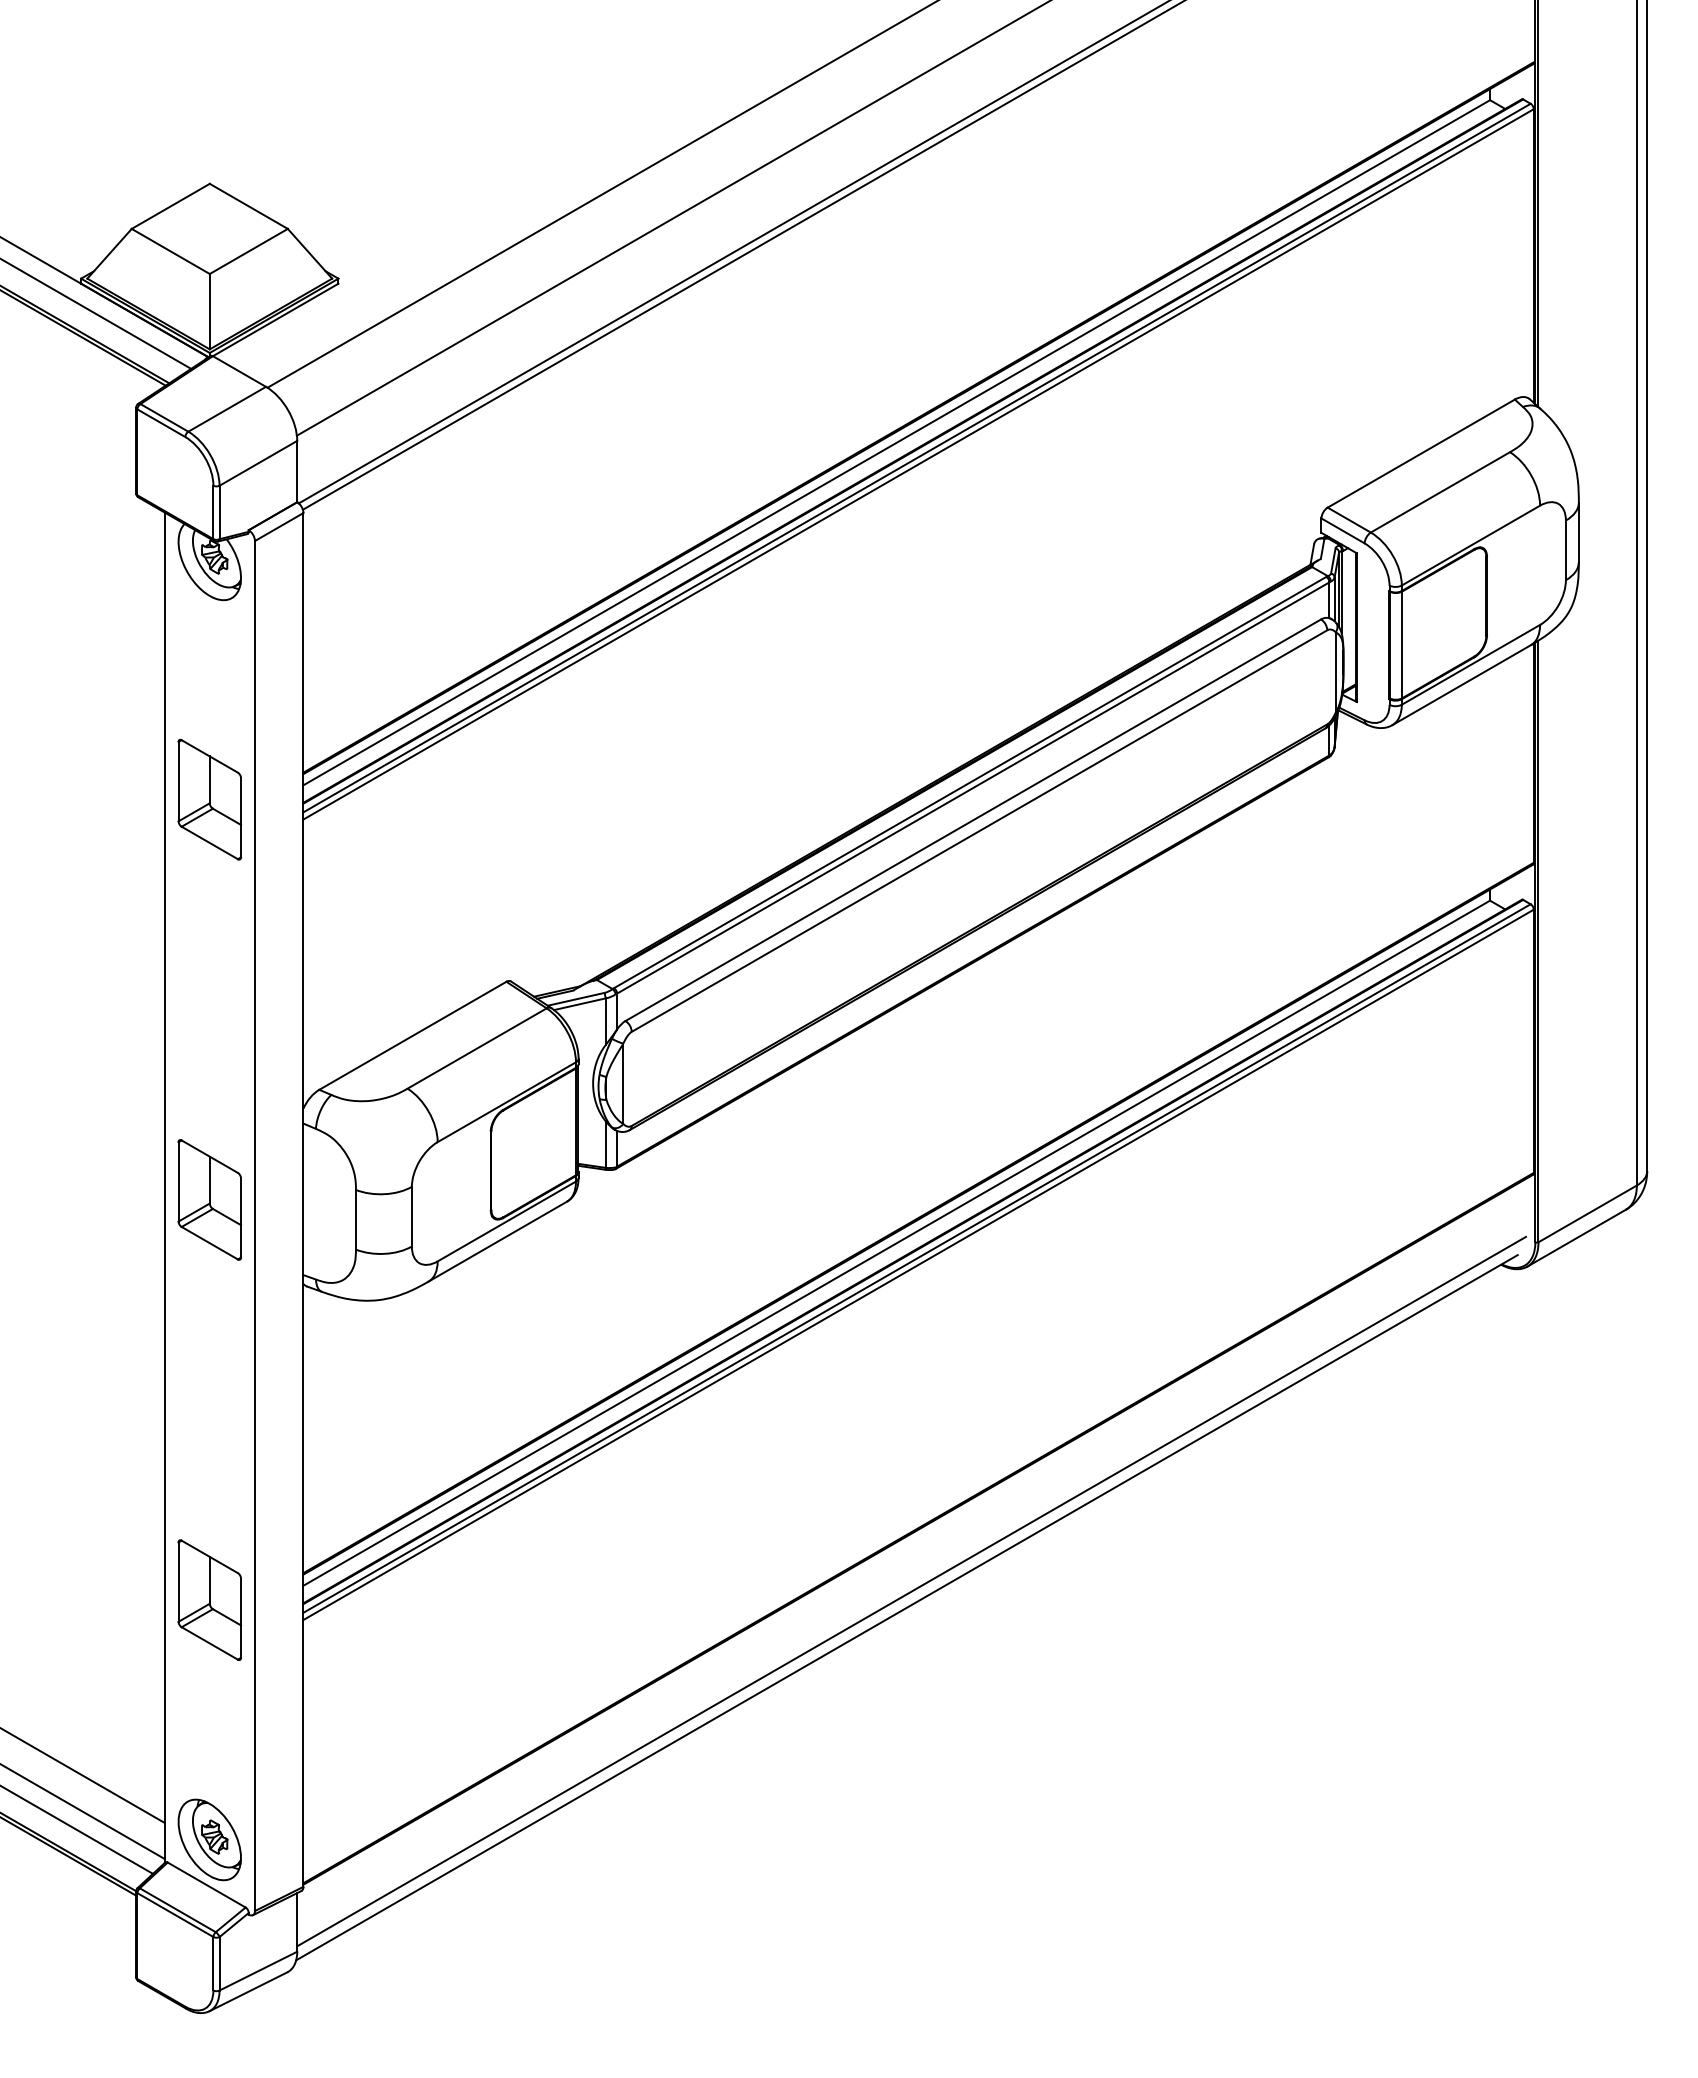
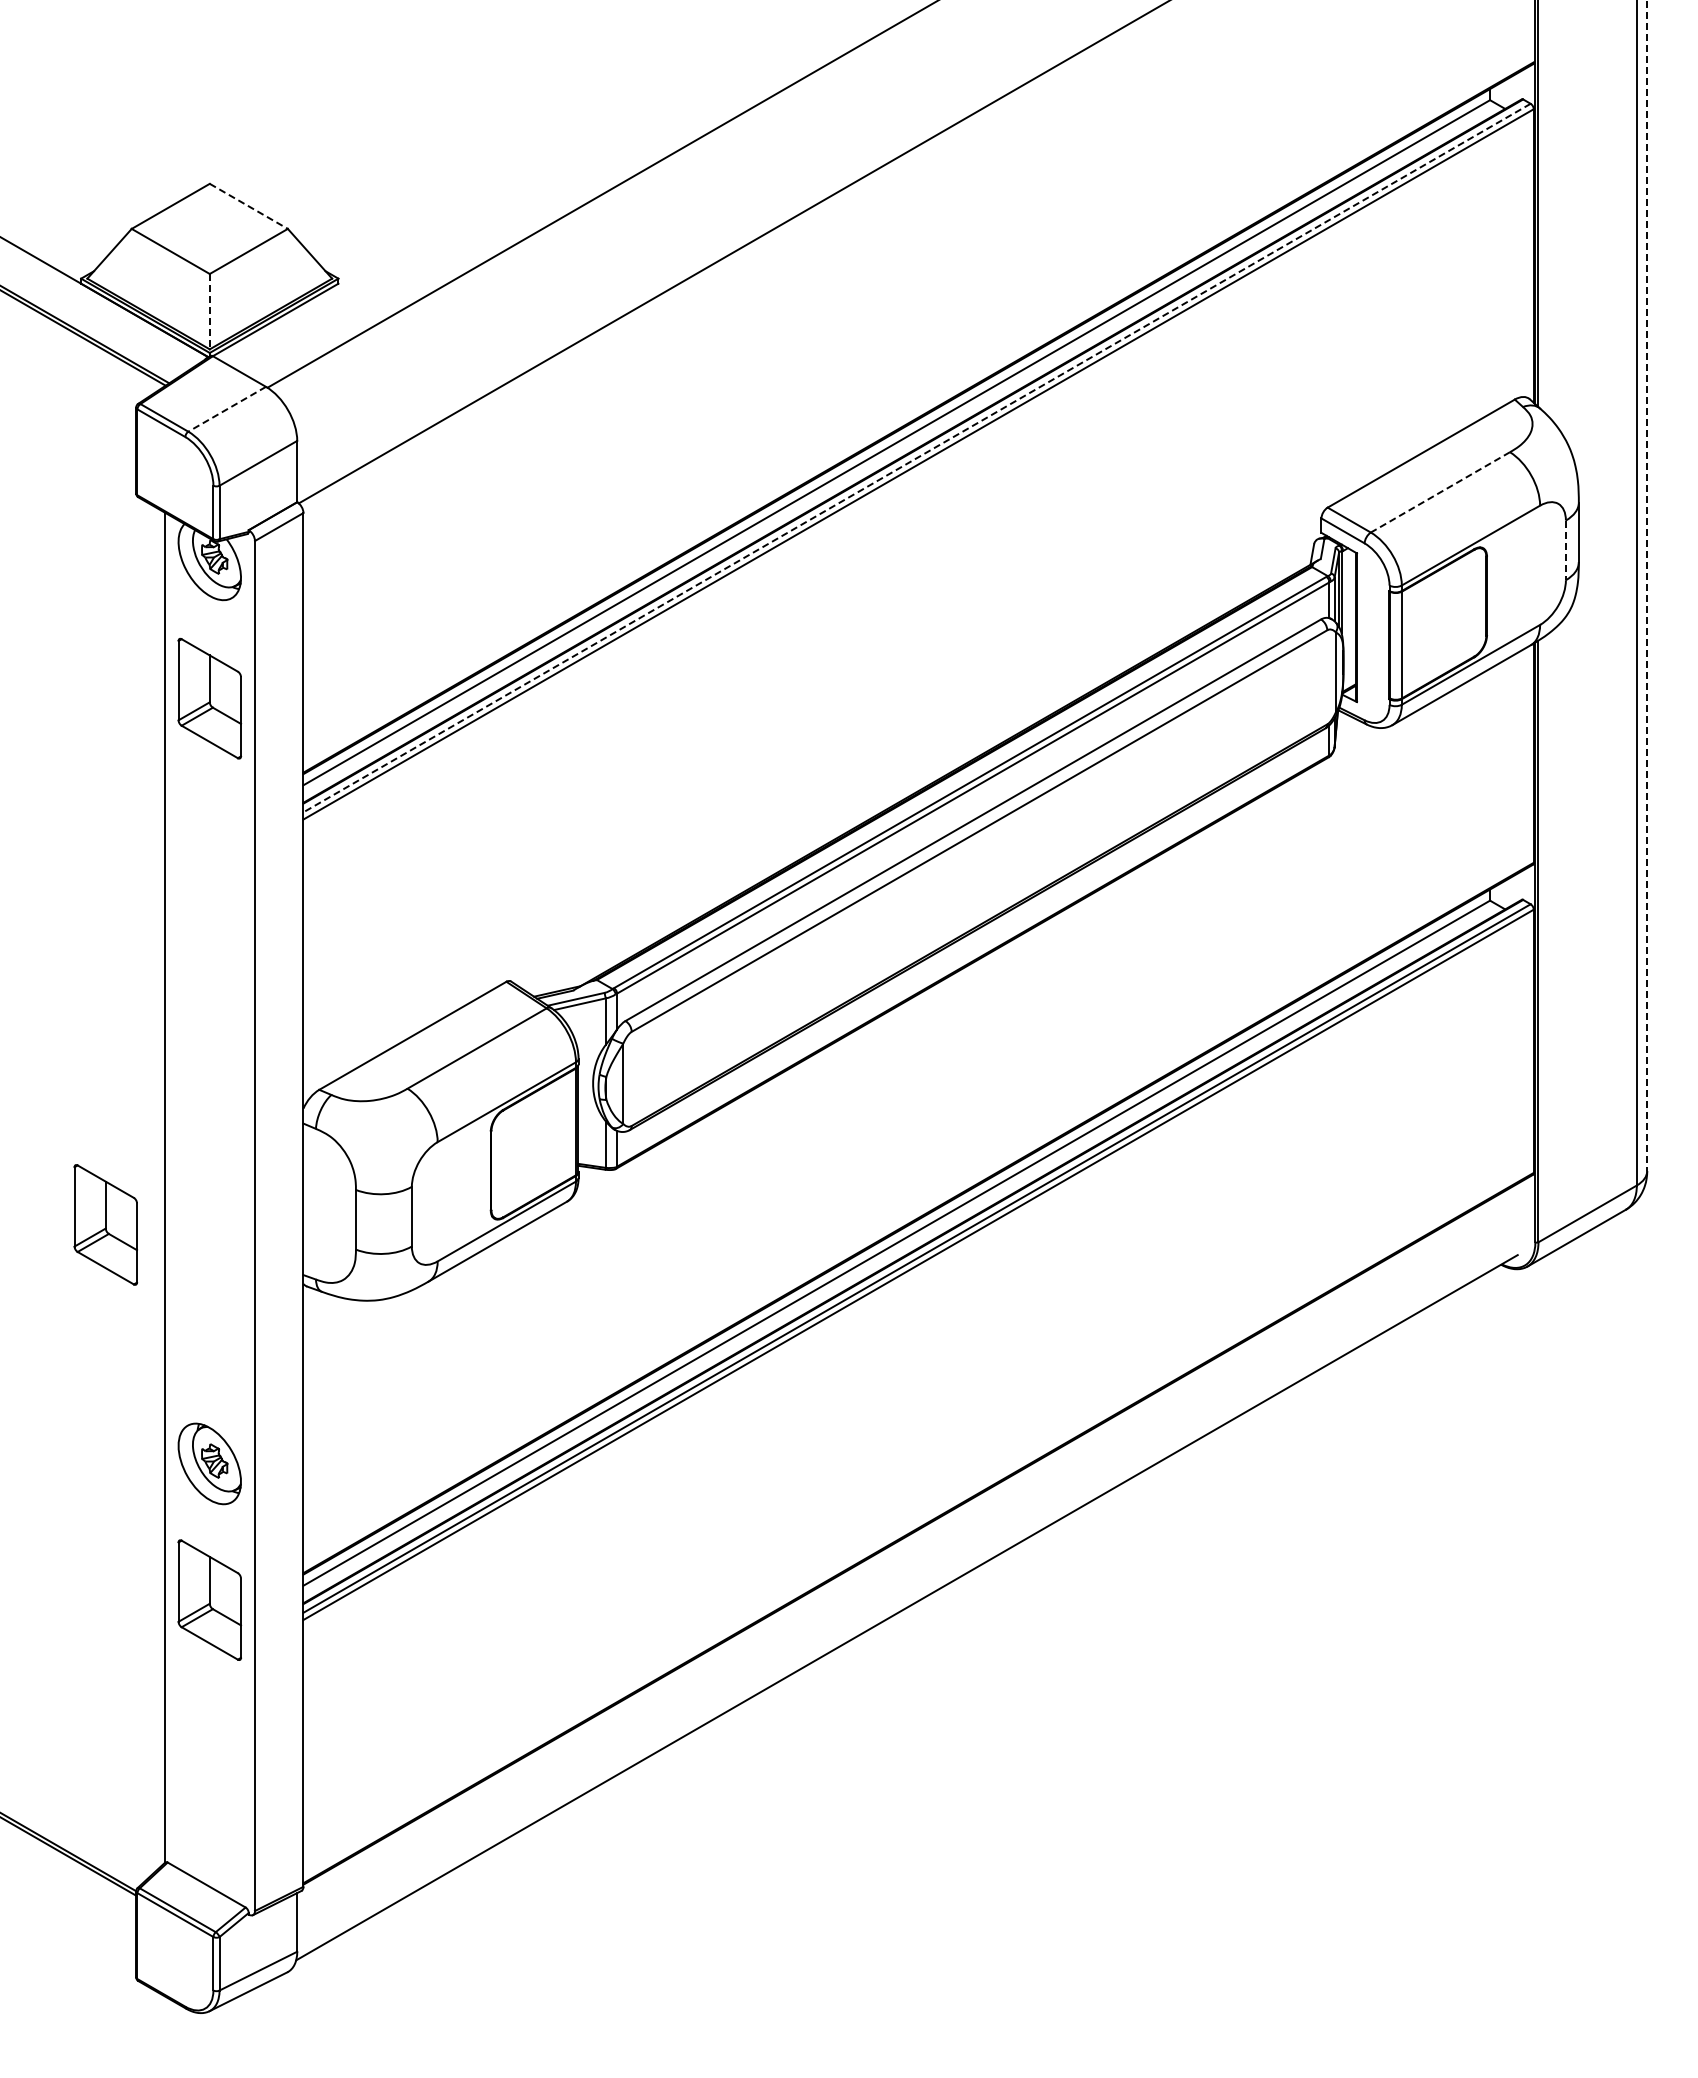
line at (249, 206): solid -> dashed
line at (671, 218): present -> none
line at (742, 255): present -> none
line at (209, 311): solid -> dashed
line at (96, 313): present -> none
line at (227, 409): solid -> dashed
line at (917, 458): solid -> dashed
line at (1439, 492): solid -> dashed
line at (1565, 550): solid -> dashed
line at (1647, 586): solid -> dashed
part at (209, 799) position: (209, 799) -> (209, 698)
part at (209, 1199) position: (209, 1199) -> (105, 1224)
line at (911, 1591): present -> none
line at (83, 1775): present -> none
line at (83, 1811): present -> none
line at (77, 1829): present -> none
part at (209, 1839) position: (209, 1839) -> (209, 1463)
